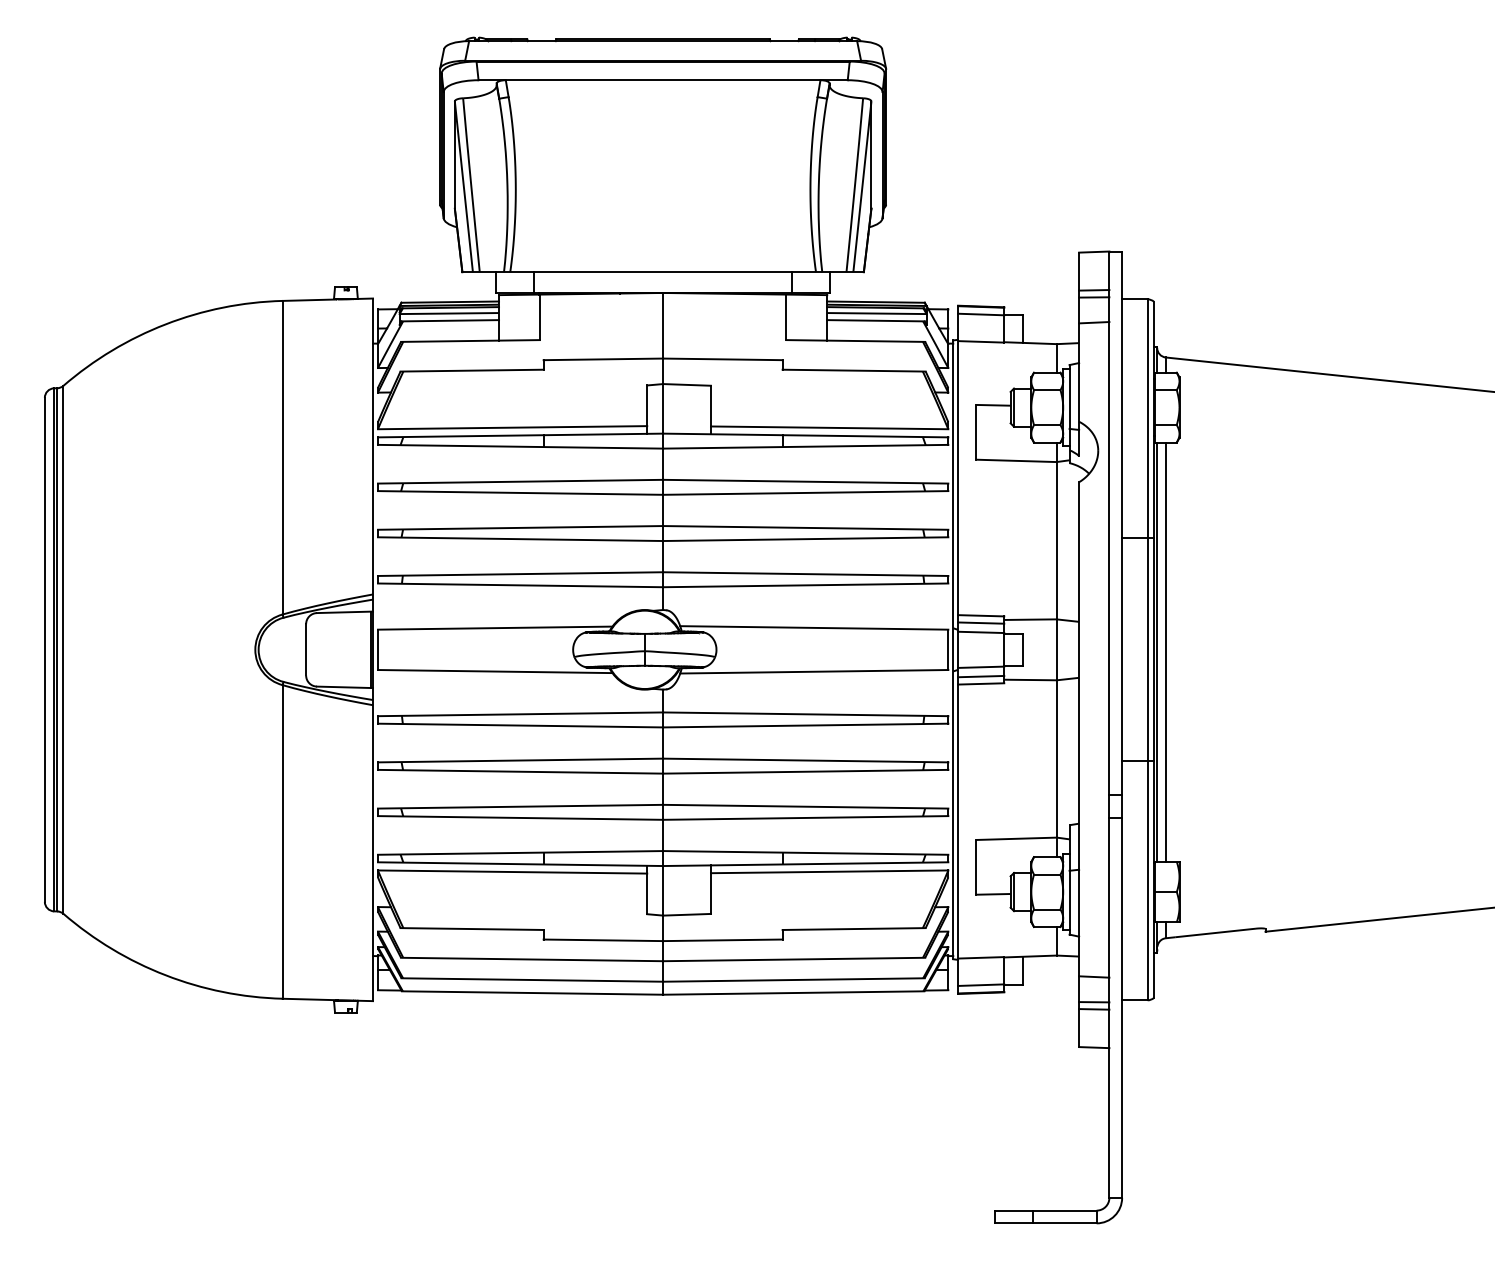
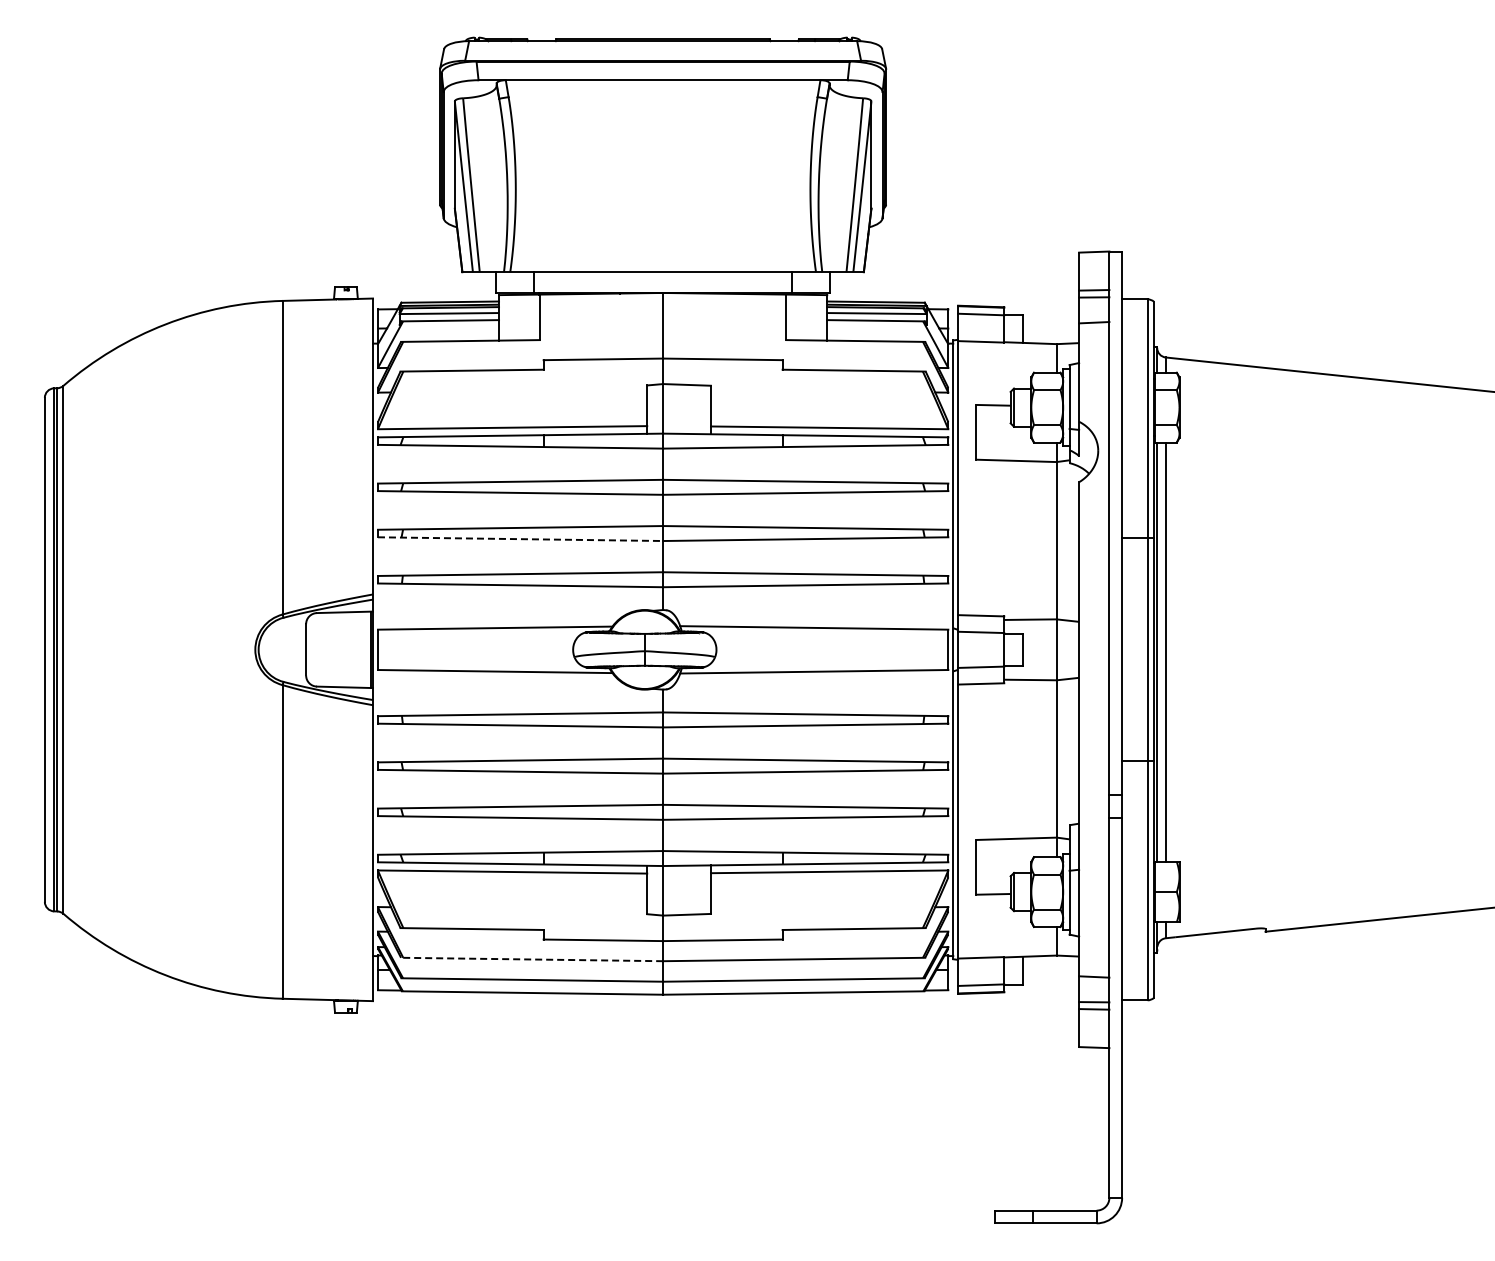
line at (520, 539): solid -> dashed
line at (981, 622): present -> none
line at (981, 676): present -> none
line at (531, 959): solid -> dashed
